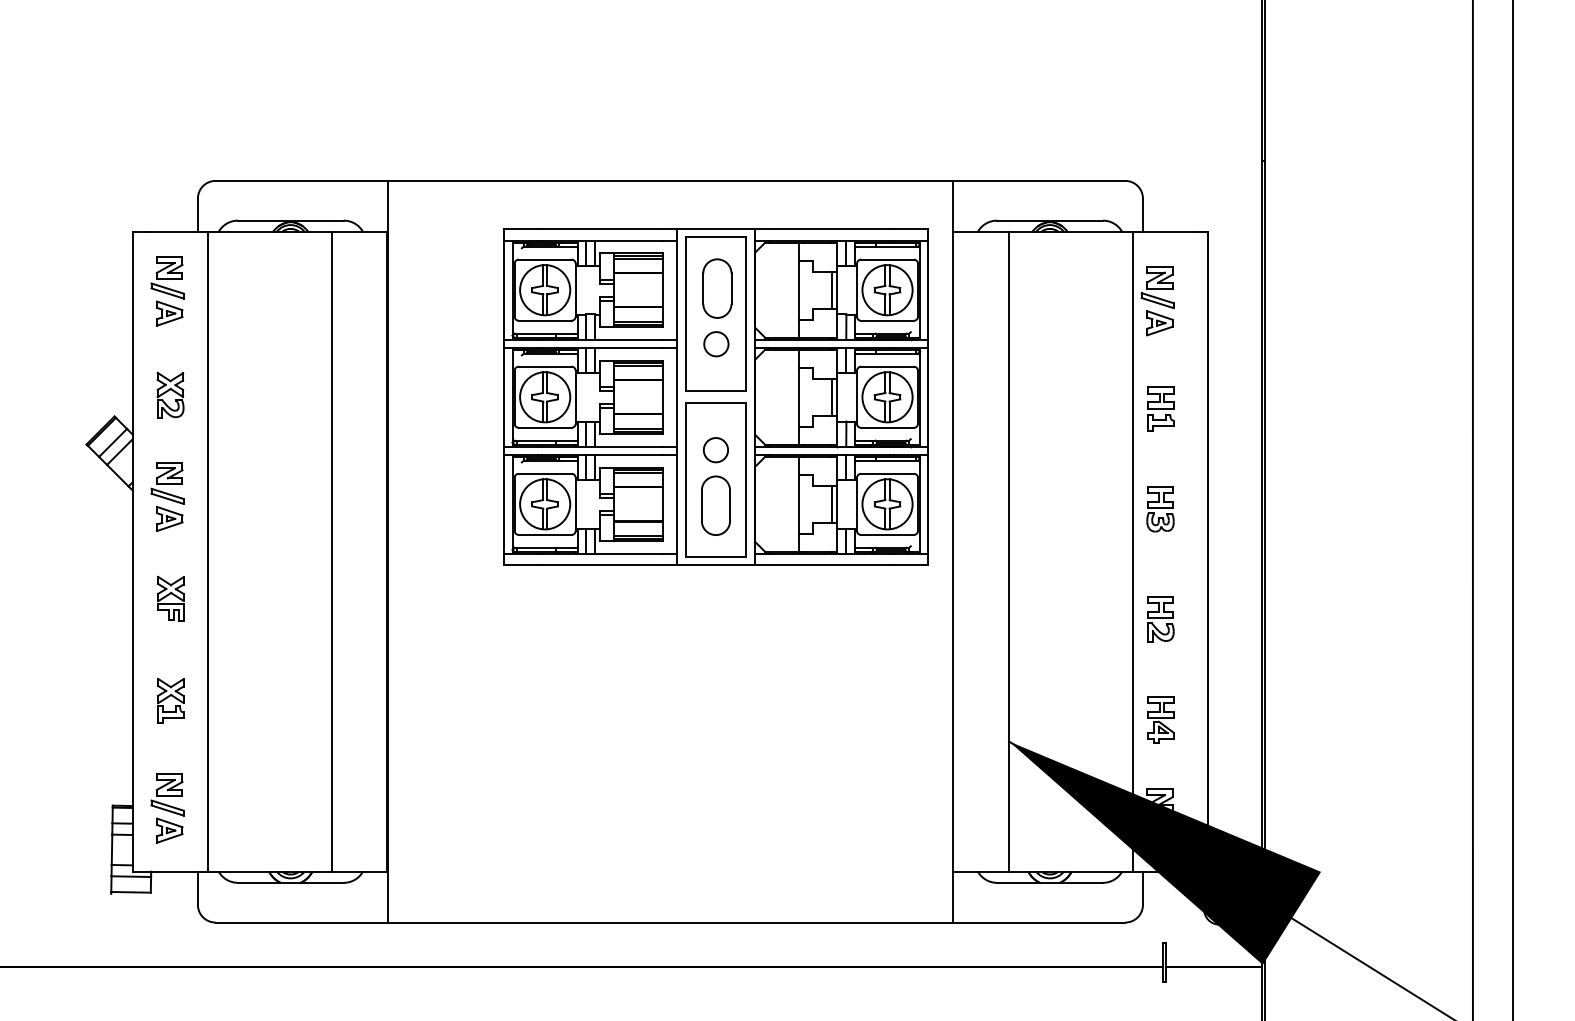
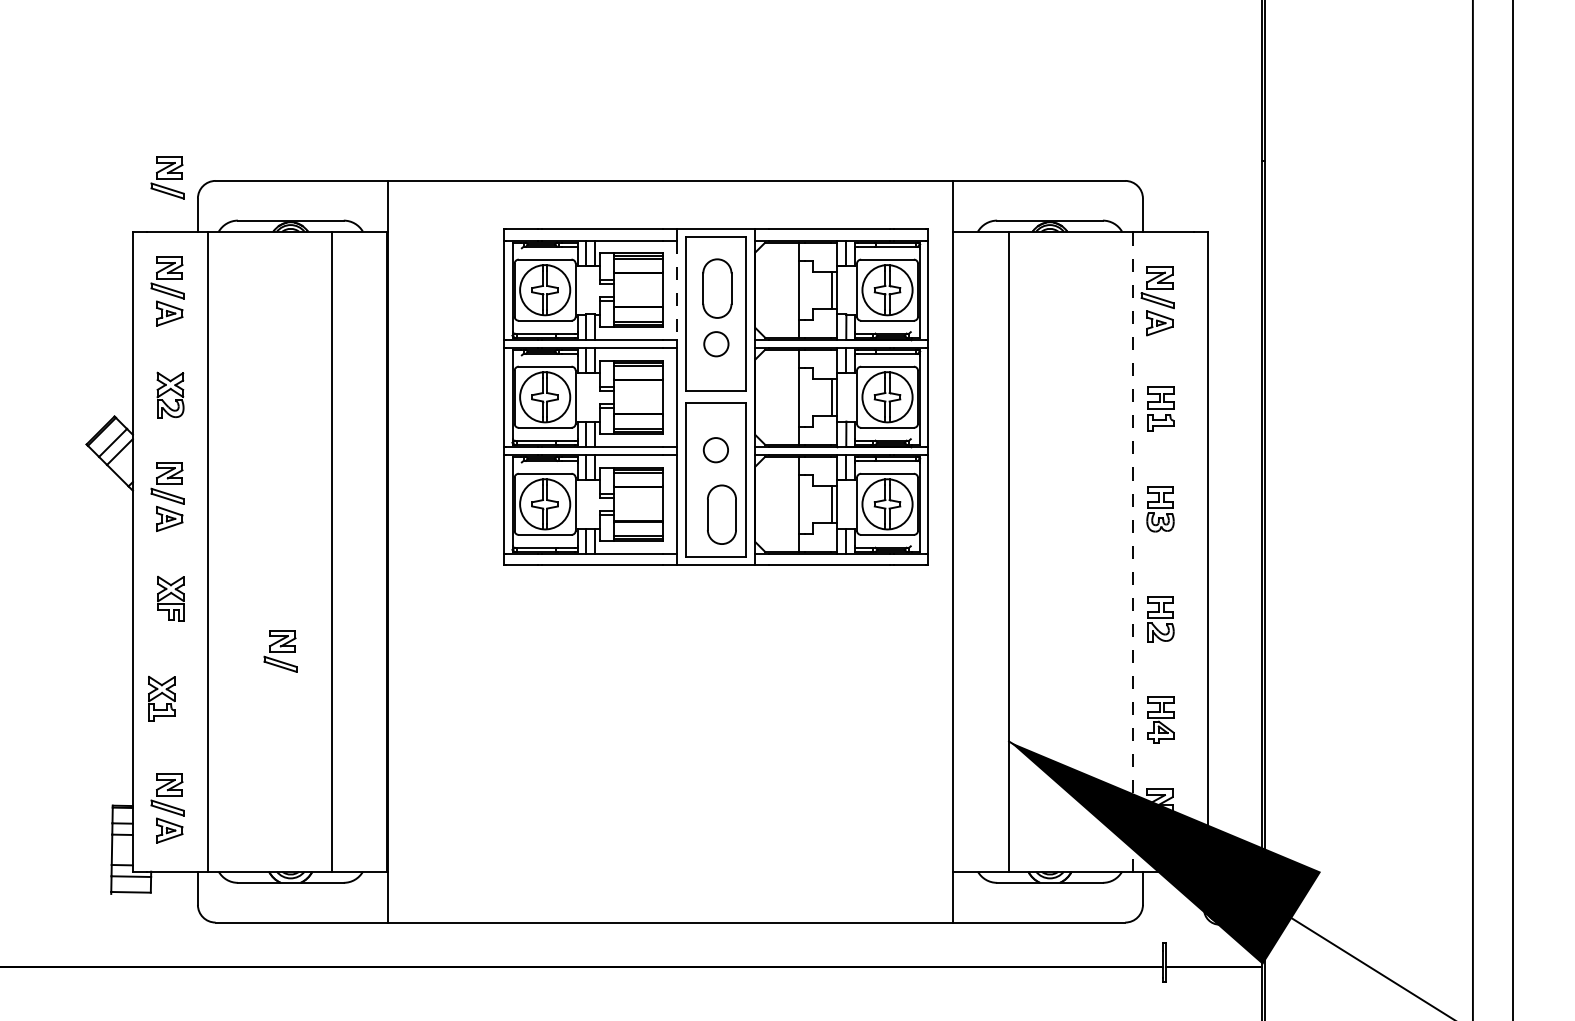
part at (167, 177): none -> present
line at (676, 290): solid -> dashed
part at (715, 505) position: (715, 505) -> (721, 514)
line at (1133, 551): solid -> dashed
part at (280, 651): none -> present
part at (170, 700) position: (170, 700) -> (161, 698)
